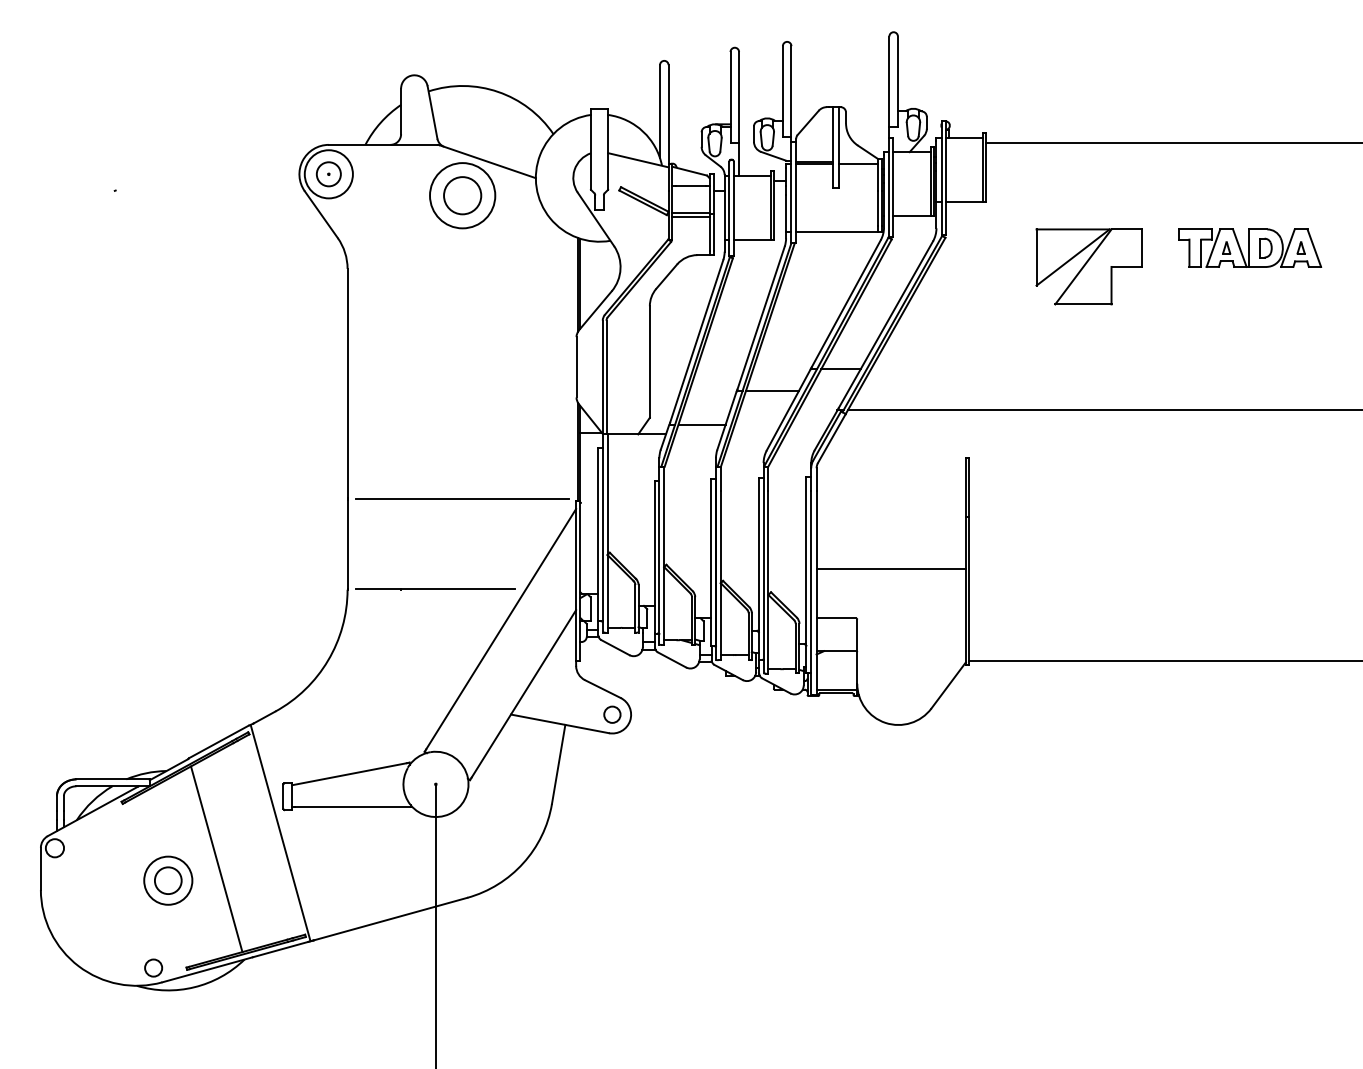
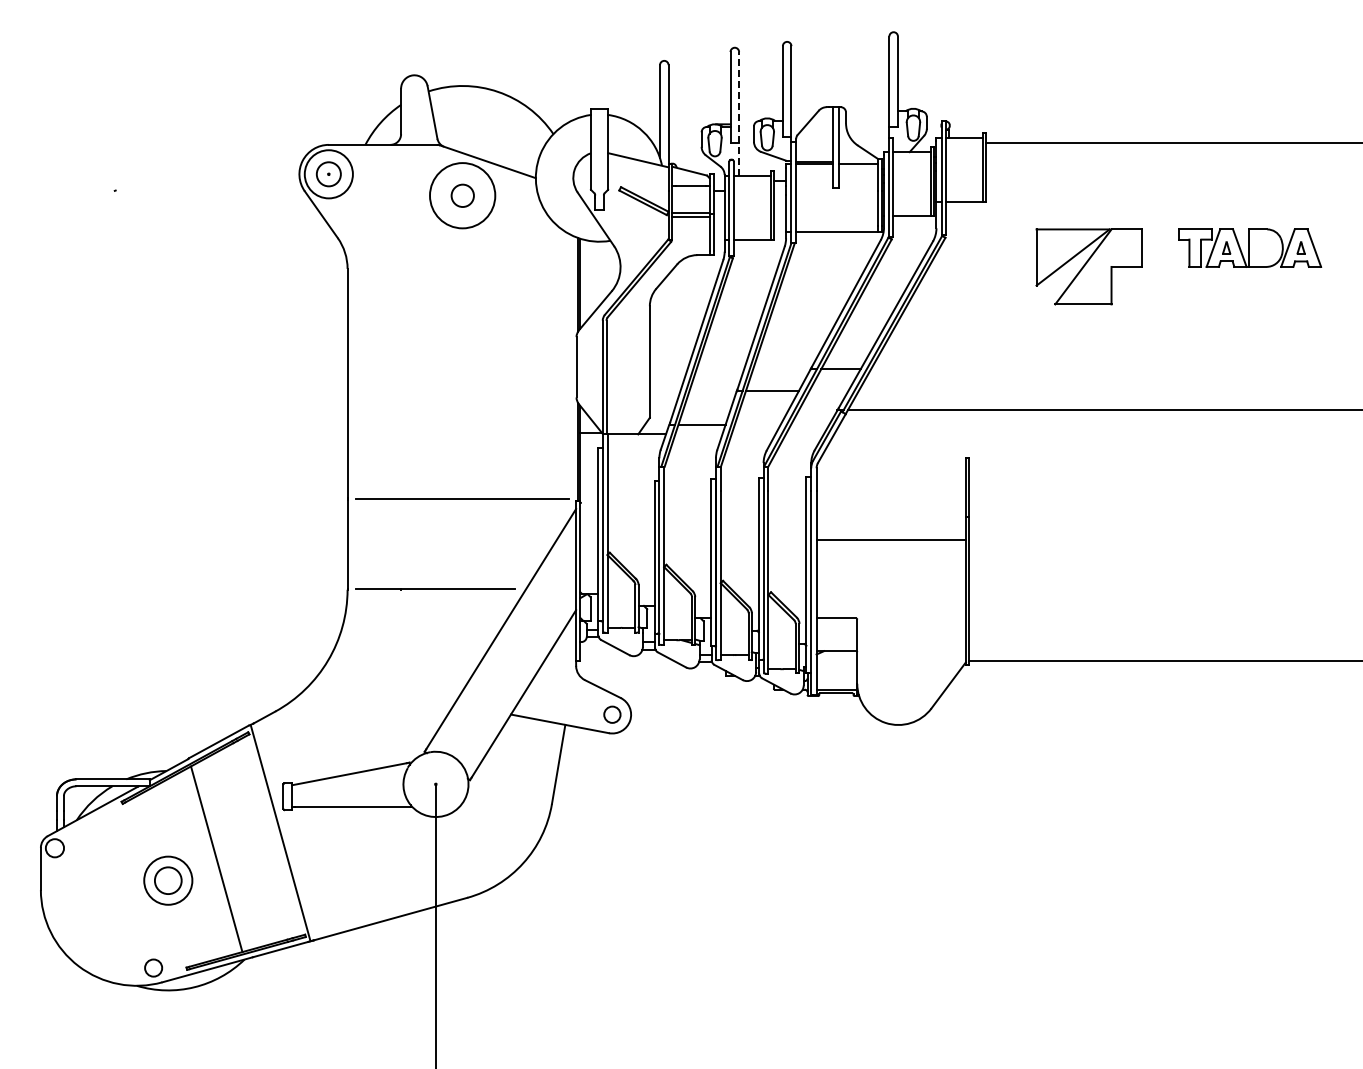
line at (739, 113): solid -> dashed
circle at (462, 195) size: 40x40 px -> 25x25 px
part at (1265, 247): present -> none
line at (890, 569) position: (890, 569) -> (890, 540)
